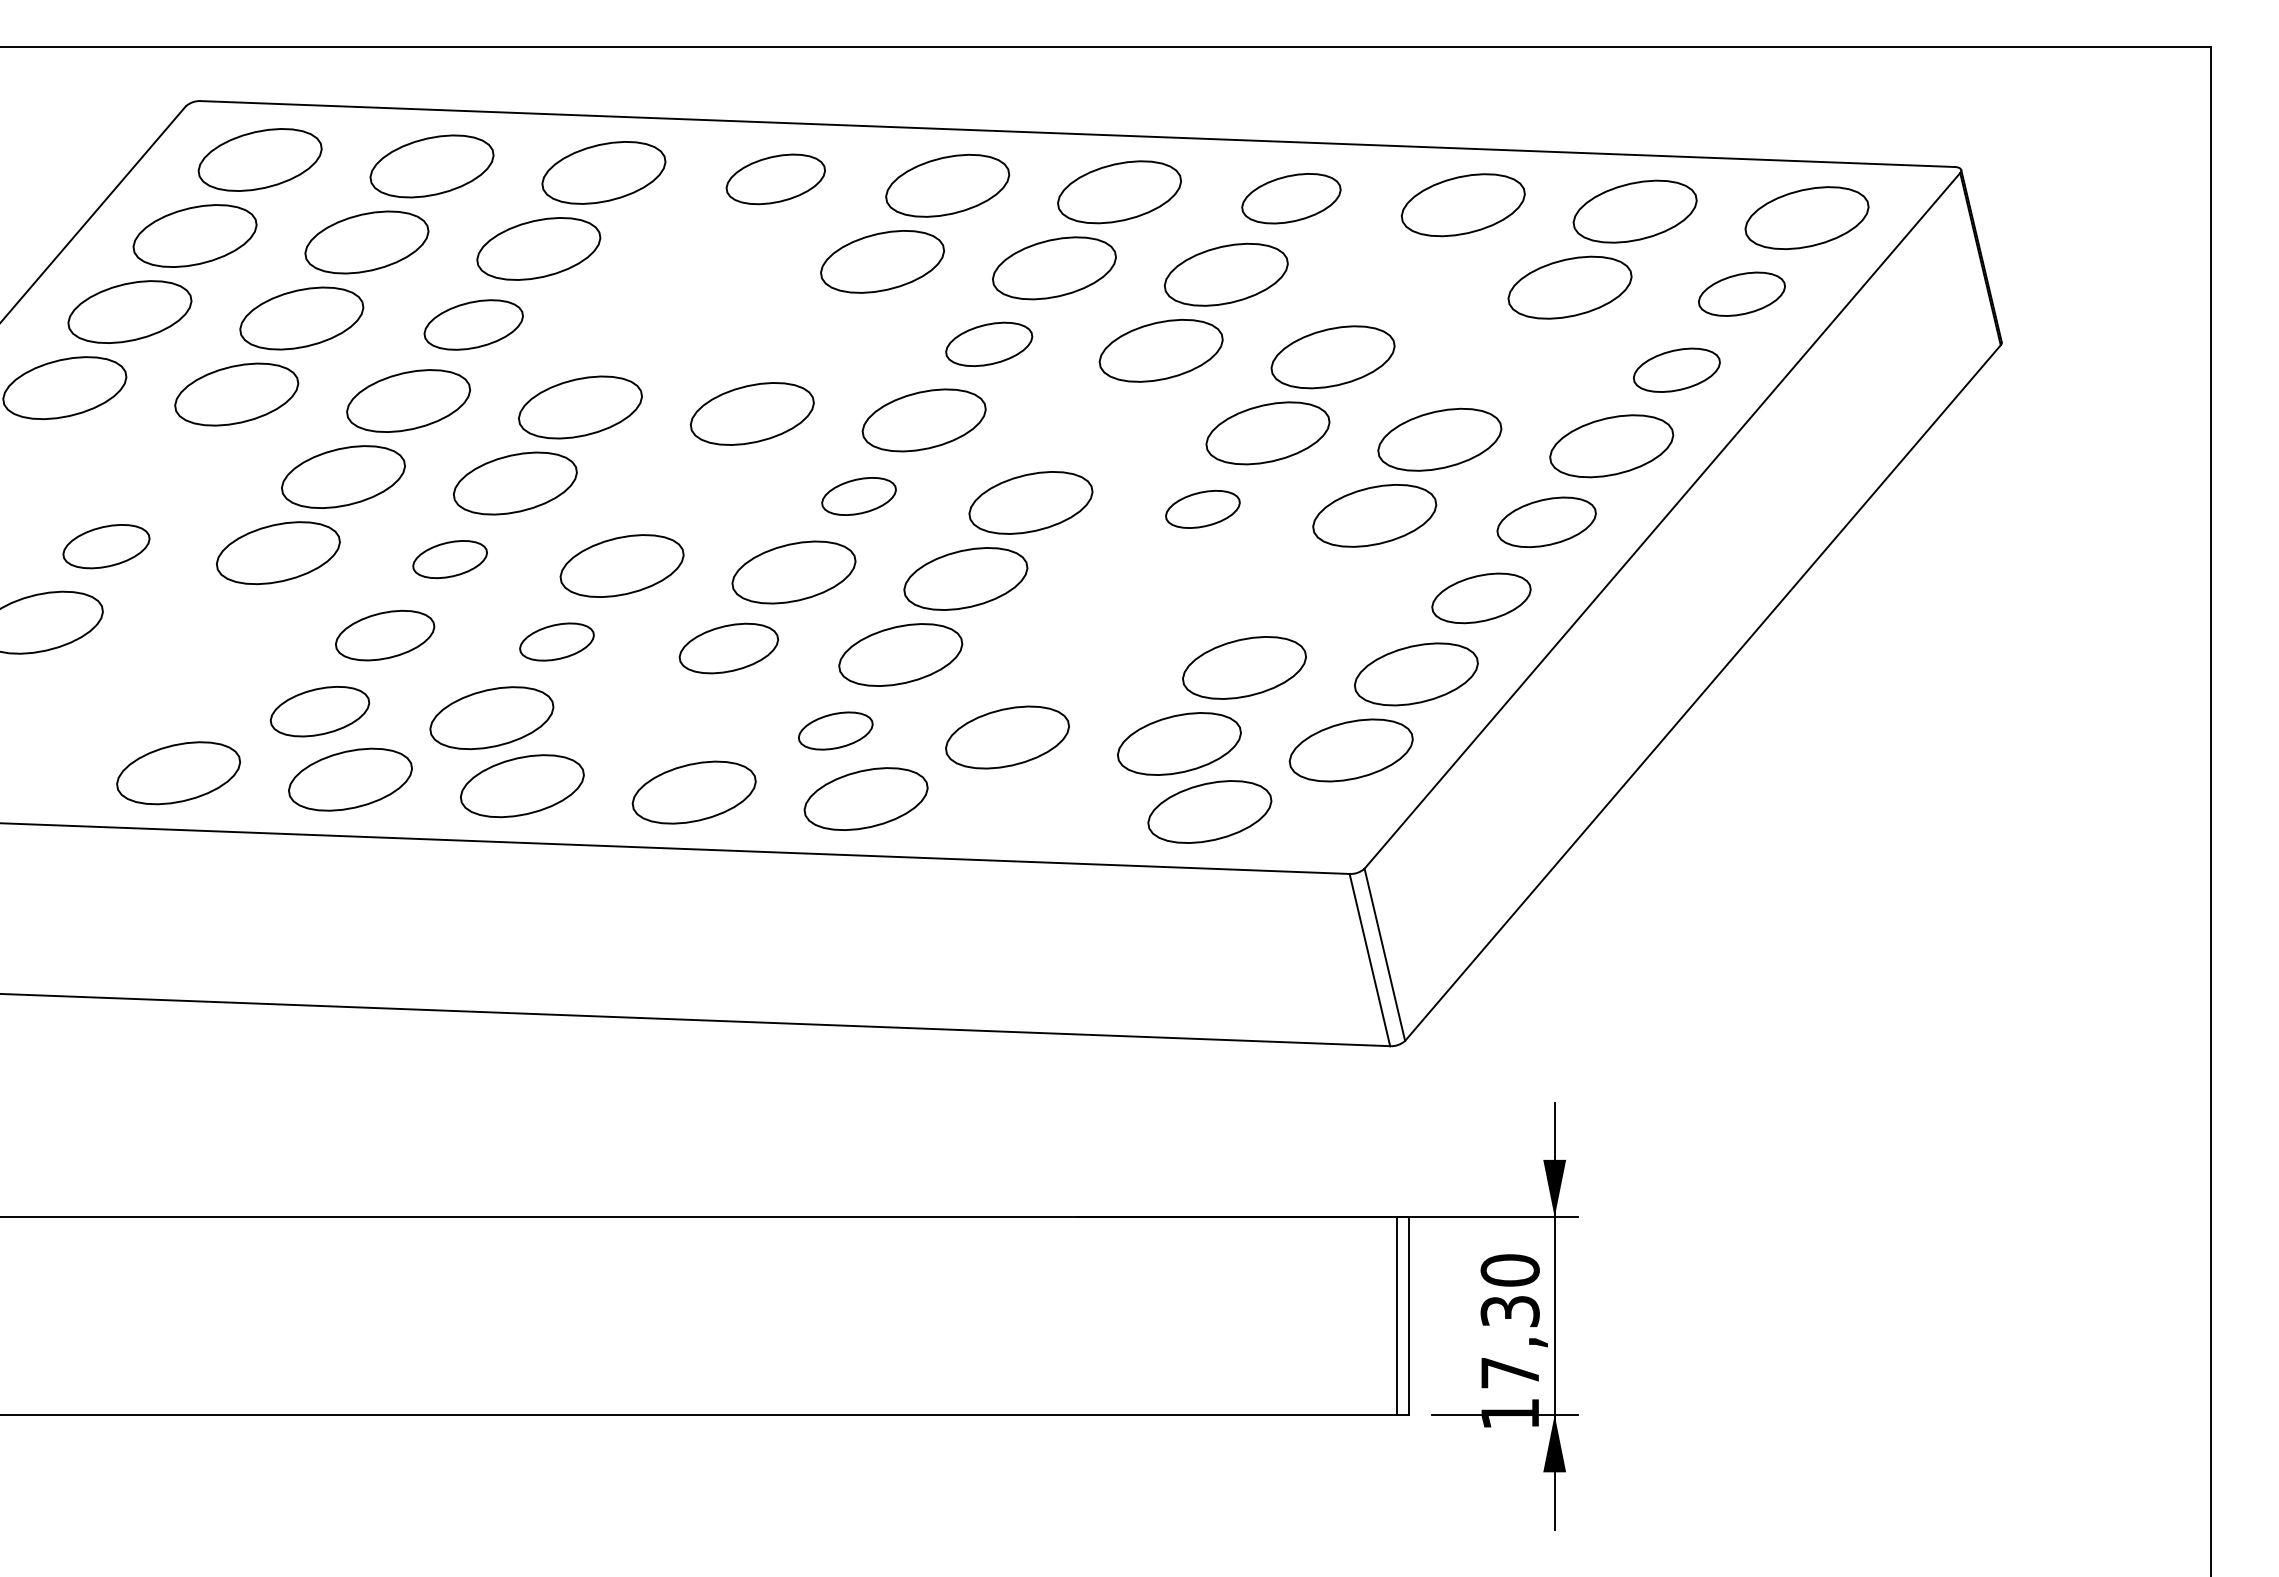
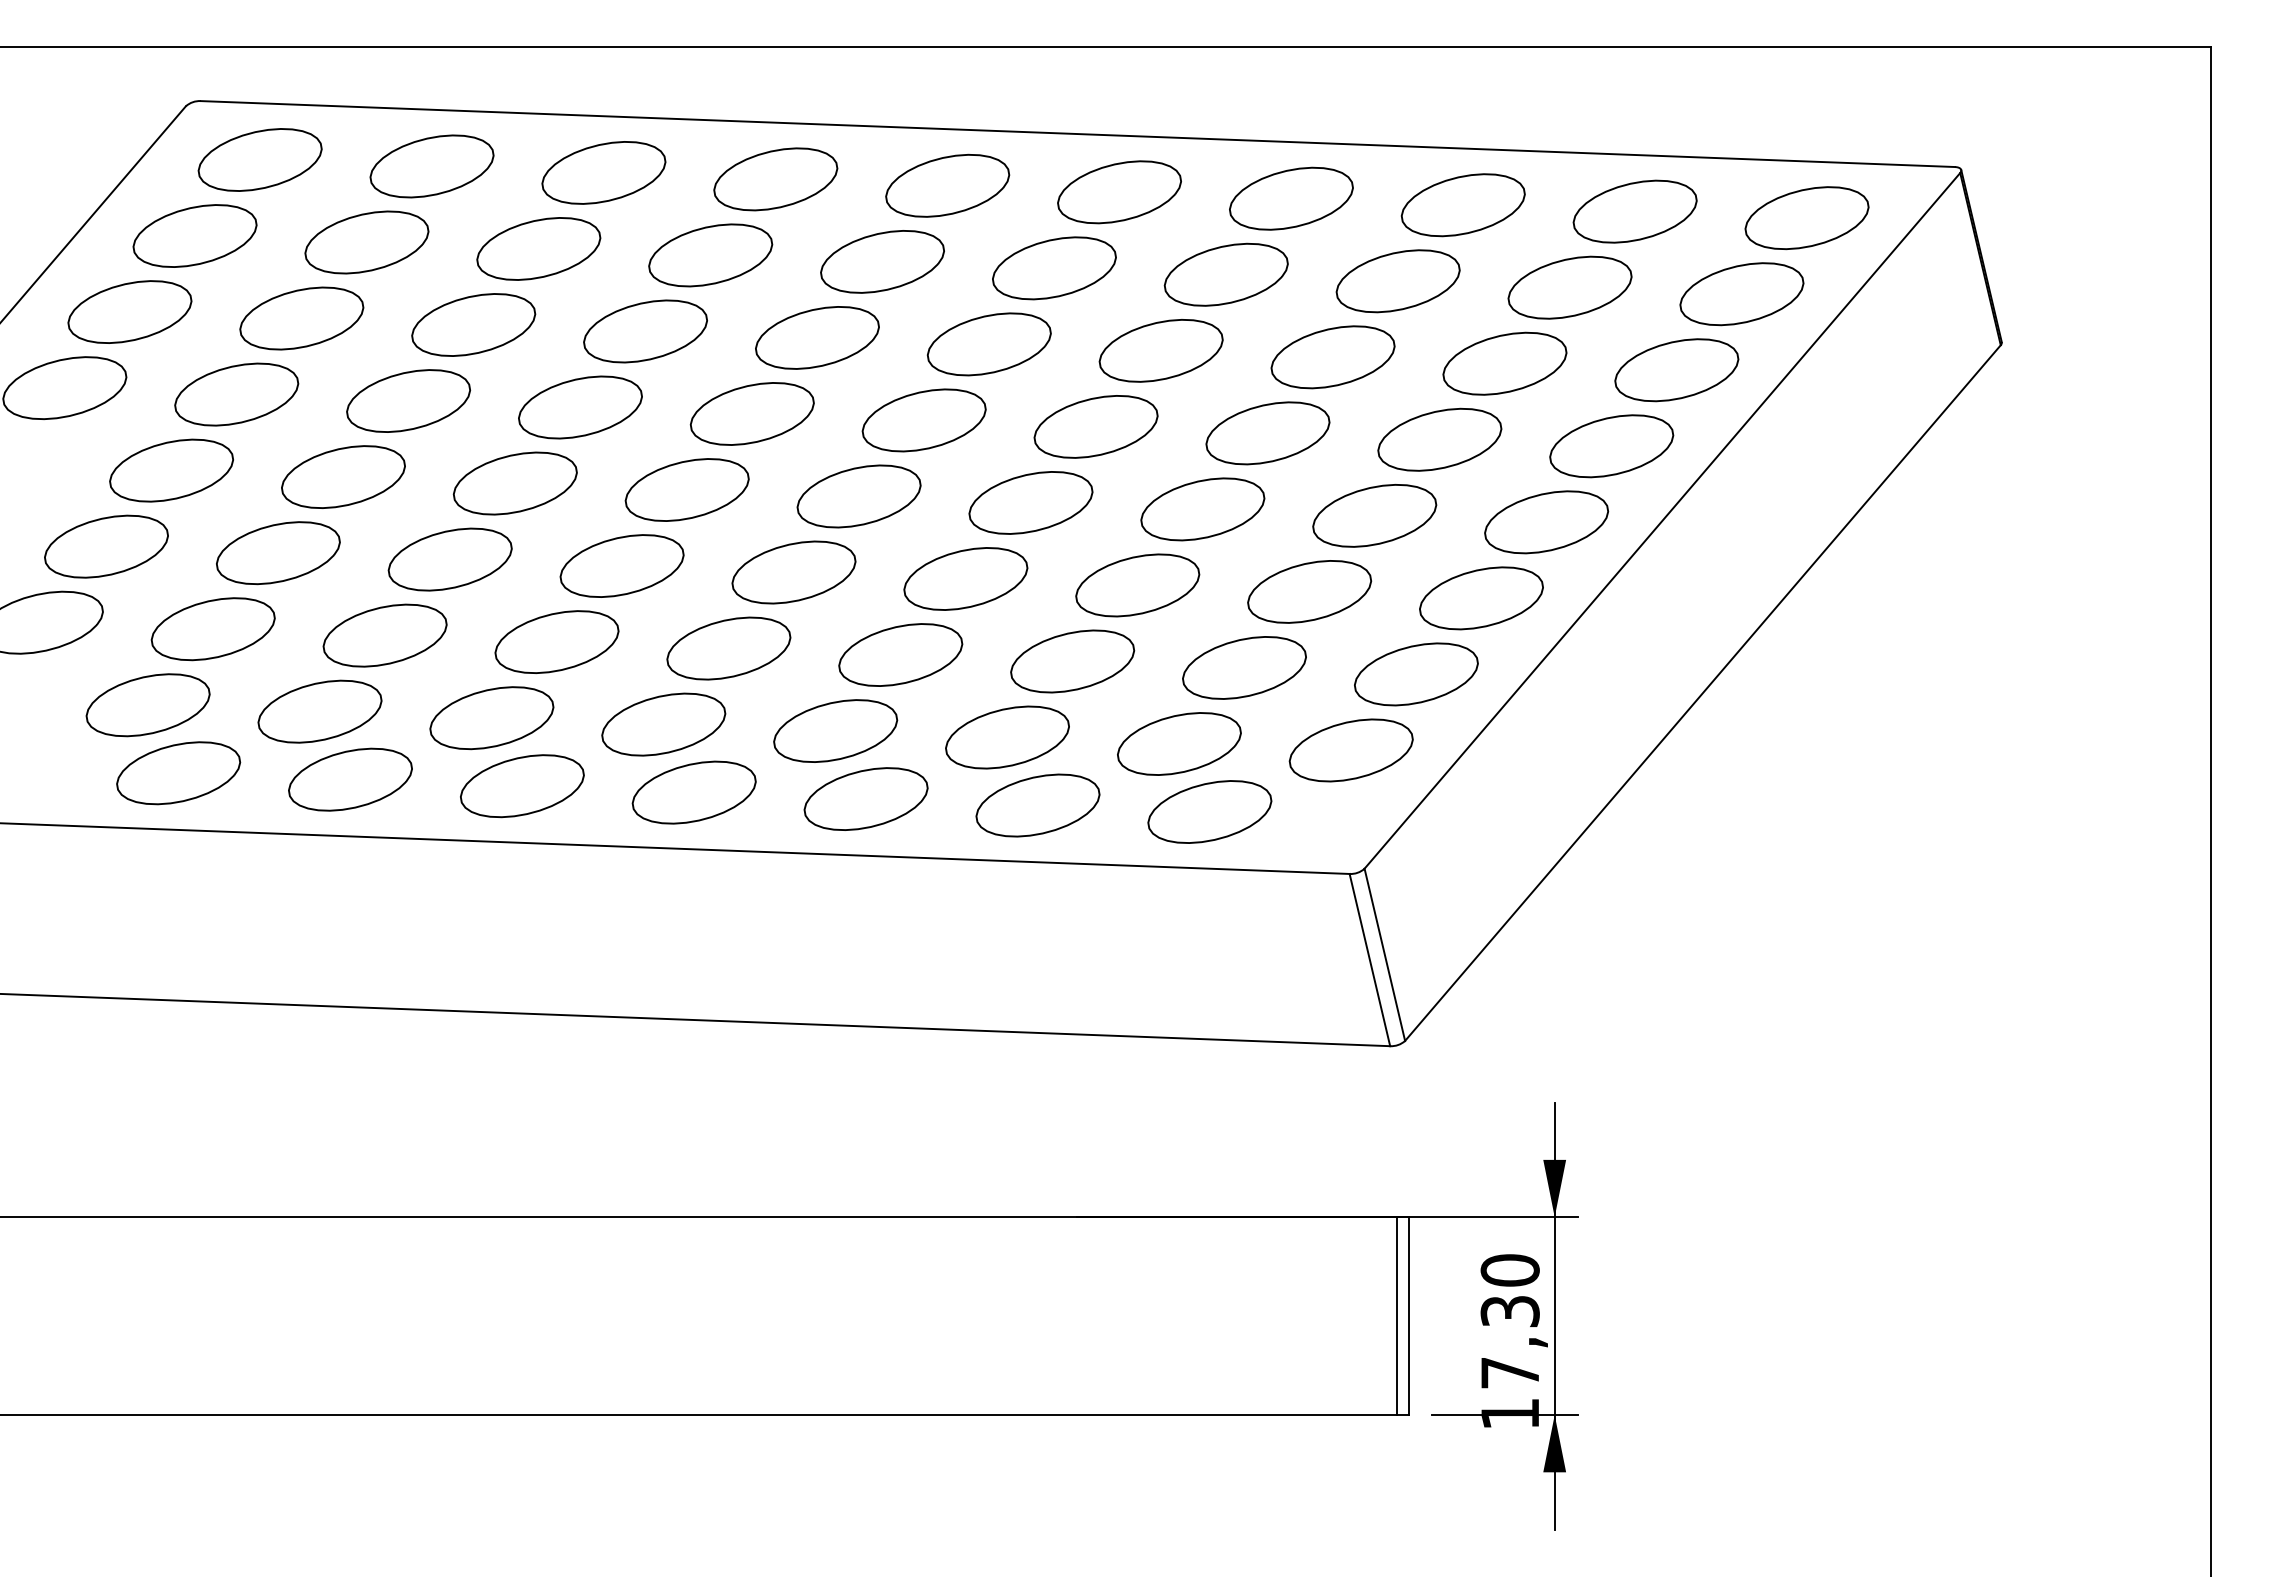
part at (775, 179) size: 101x53 px -> 126x65 px
part at (1291, 198) size: 101x52 px -> 125x65 px
part at (710, 255): none -> present
part at (1397, 281): none -> present
part at (1741, 293) size: 88x46 px -> 126x65 px
part at (473, 324) size: 101x52 px -> 126x64 px
part at (645, 331): none -> present
part at (817, 337): none -> present
part at (989, 343) size: 89x46 px -> 126x65 px
part at (1504, 363): none -> present
part at (1676, 369) size: 88x46 px -> 126x65 px
part at (1095, 426): none -> present
part at (171, 470): none -> present
part at (686, 489): none -> present
part at (858, 496) size: 76x39 px -> 126x65 px
part at (1202, 509) size: 76x39 px -> 126x65 px
part at (1546, 522) size: 101x53 px -> 126x65 px
part at (106, 546) size: 89x46 px -> 125x65 px
part at (449, 559) size: 76x40 px -> 126x65 px
part at (1137, 585): none -> present
part at (1309, 591): none -> present
part at (1481, 598) size: 101x53 px -> 125x65 px
part at (212, 629): none -> present
part at (385, 635) size: 101x53 px -> 126x65 px
part at (556, 641) size: 76x40 px -> 126x64 px
part at (728, 648) size: 101x53 px -> 126x65 px
part at (1072, 661): none -> present
part at (147, 705): none -> present
part at (319, 711) size: 102x52 px -> 126x65 px
part at (663, 724): none -> present
part at (835, 730) size: 76x40 px -> 126x64 px
part at (1037, 805): none -> present
